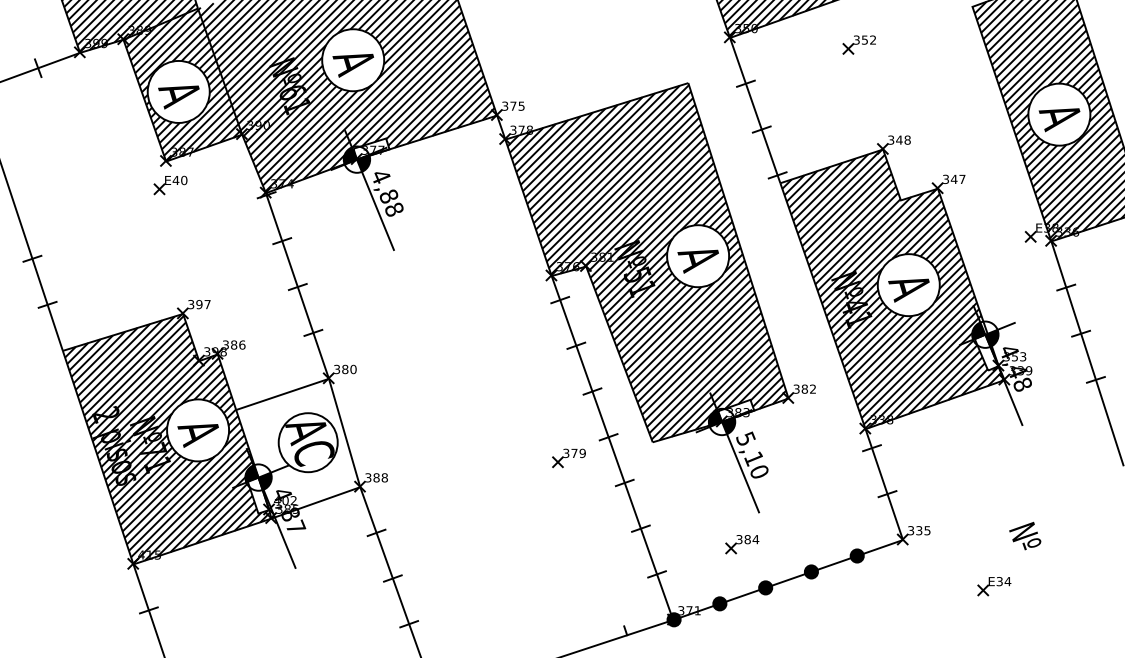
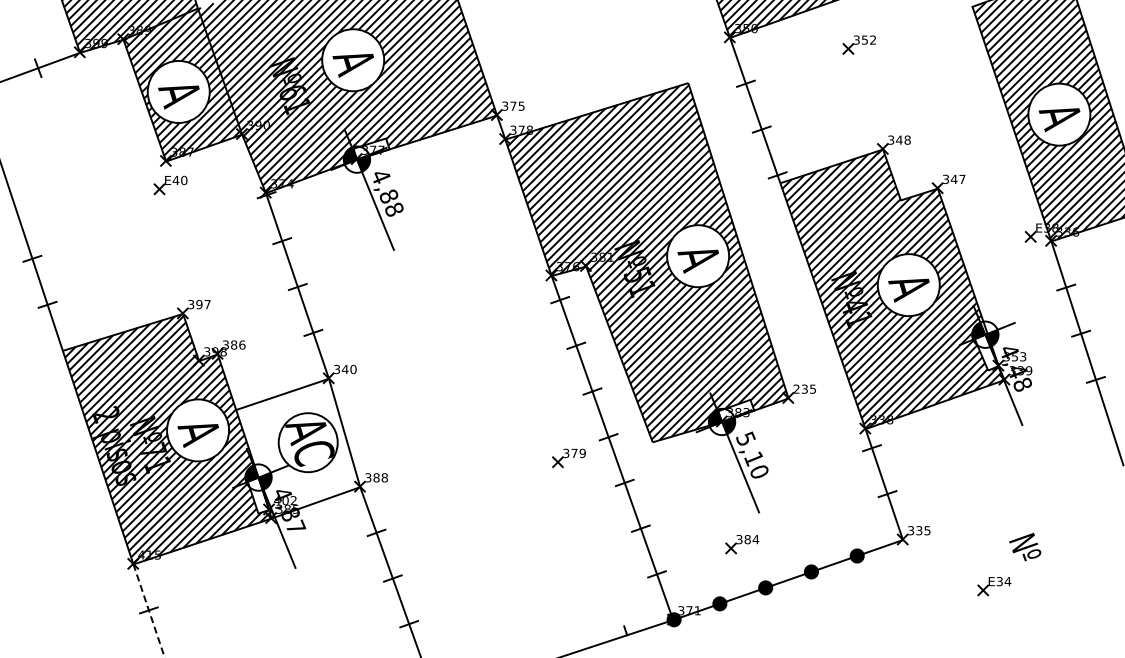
text at (344, 369): 380 -> 340
text at (804, 388): 382 -> 235
text at (1025, 535) position: (1025, 535) -> (1025, 546)
line at (149, 610): solid -> dashed
